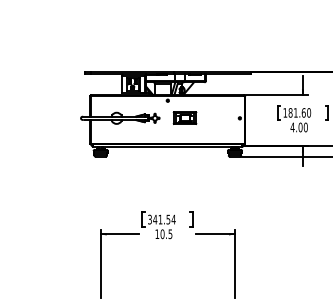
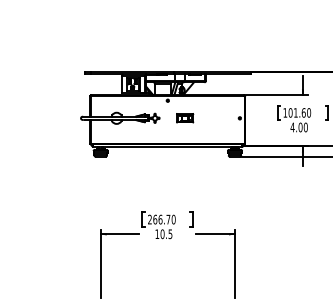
text at (290, 112): 181.60 -> 101.60
part at (184, 117) size: 26x14 px -> 19x11 px
text at (161, 219): 341.54 -> 266.70
